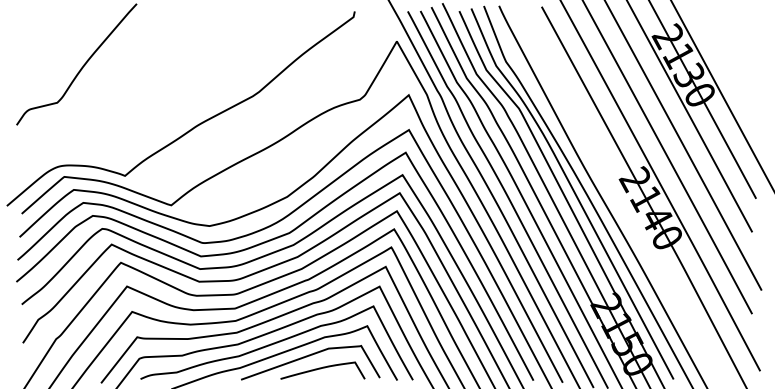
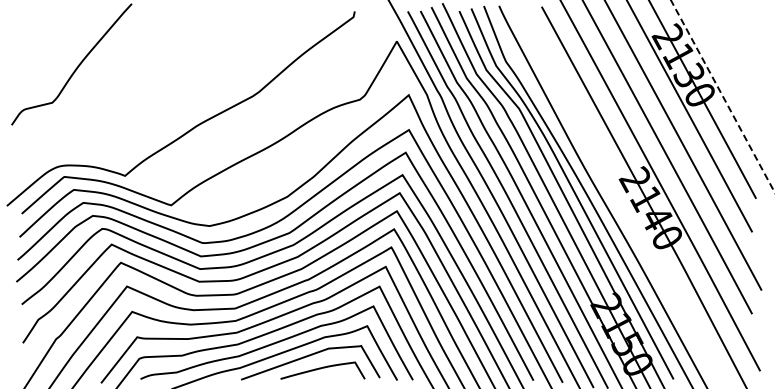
curve at (80, 68) position: (80, 68) -> (75, 68)
line at (723, 96): solid -> dashed
